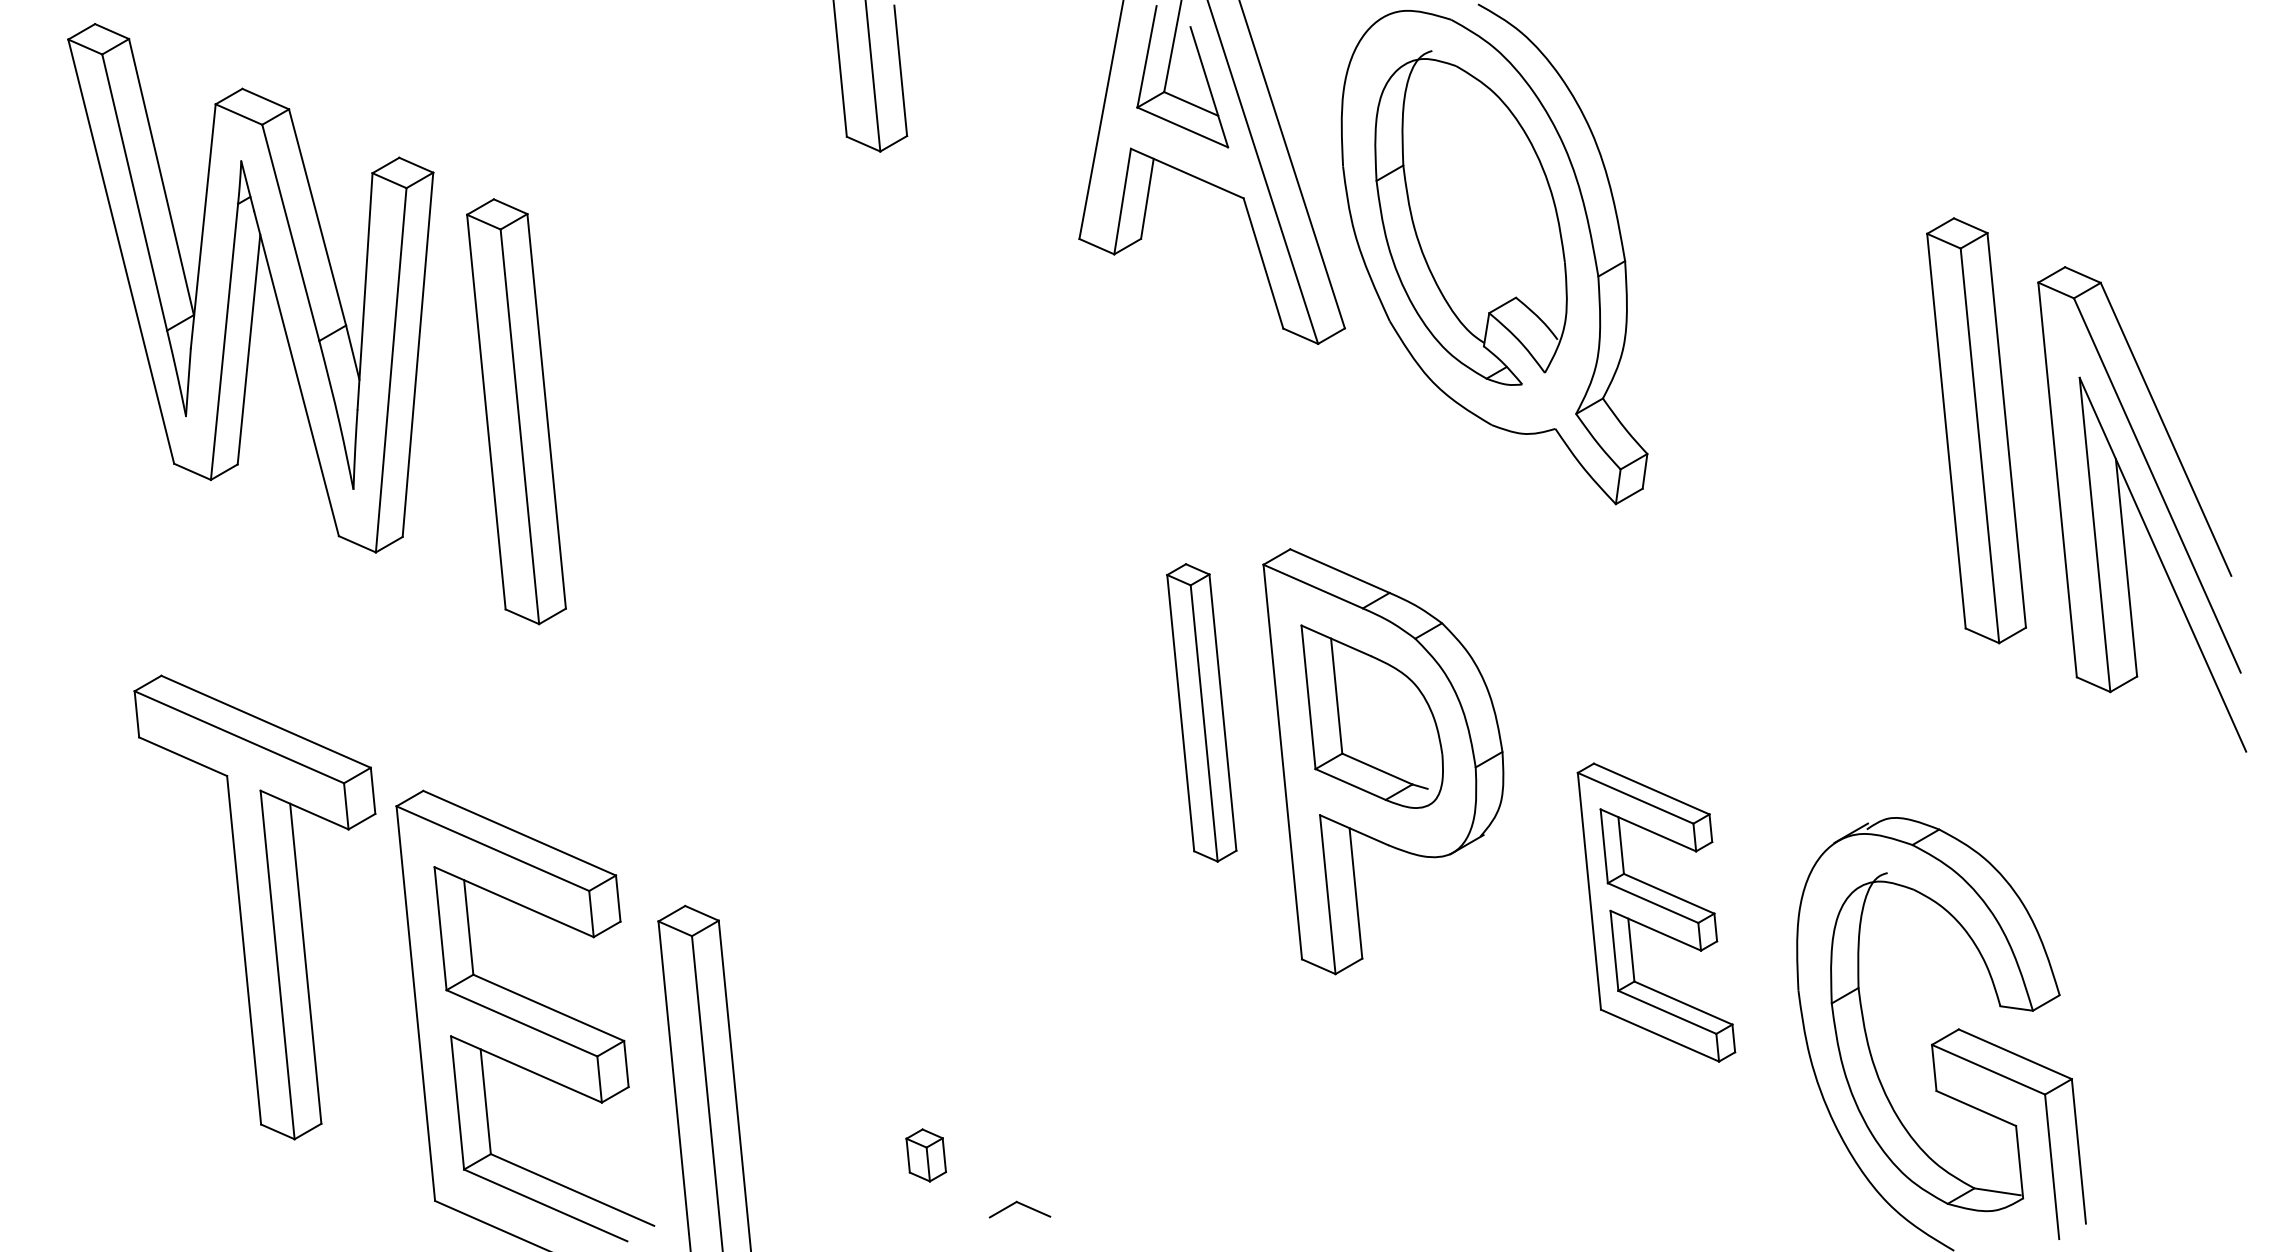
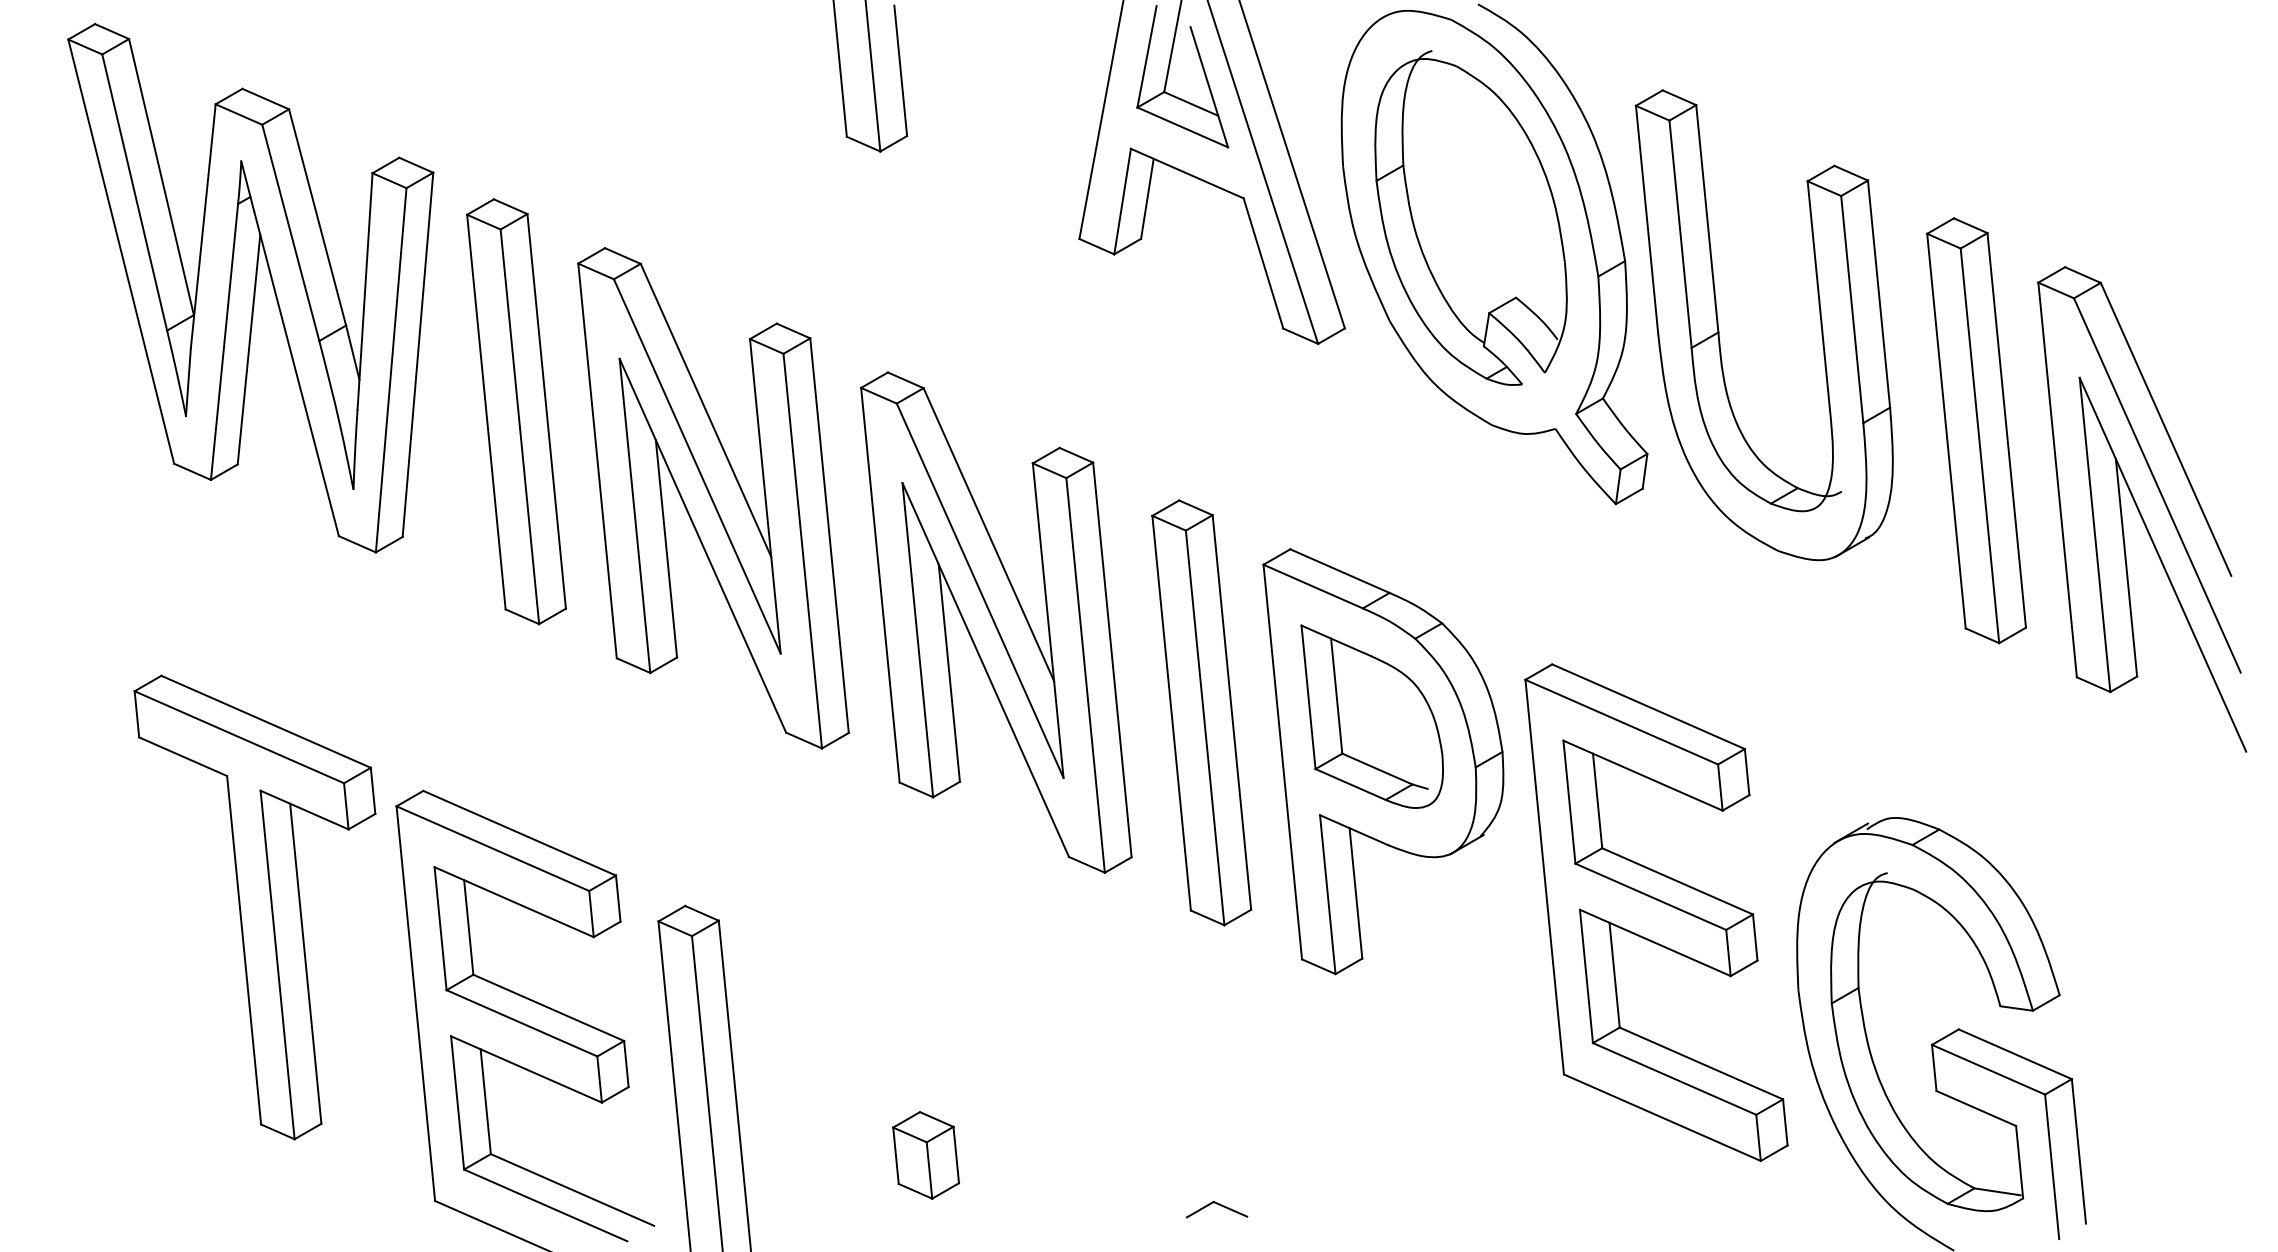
part at (1719, 330): none -> present
part at (713, 498): none -> present
part at (996, 622): none -> present
part at (1201, 712) size: 72x300 px -> 102x428 px
part at (1656, 912) size: 161x301 px -> 265x499 px
part at (926, 1155) size: 43x55 px -> 69x89 px
part at (1019, 1209) position: (1019, 1209) -> (1216, 1209)
